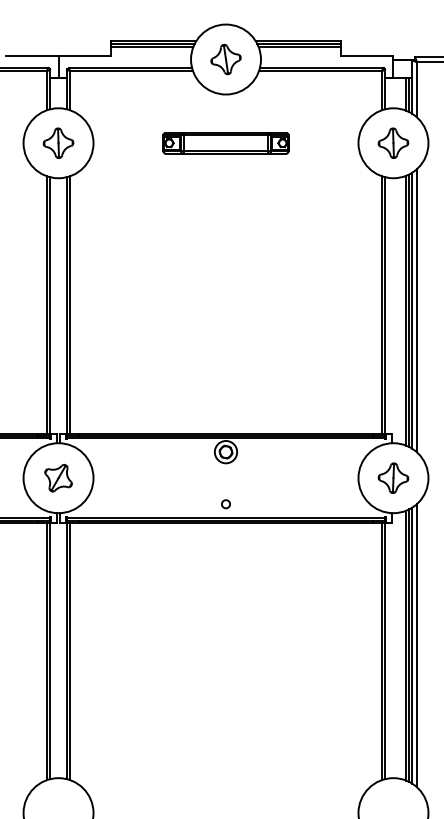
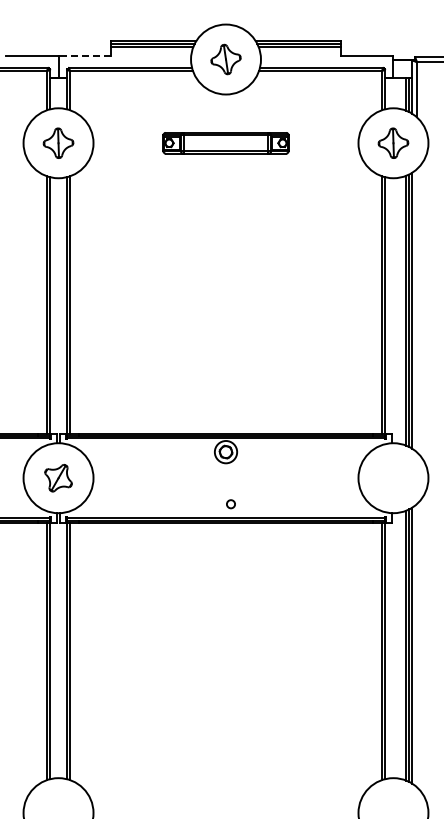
line at (84, 55): solid -> dashed
line at (416, 310): present -> none
part at (393, 477): present -> none
circle at (225, 504) position: (225, 504) -> (230, 504)
line at (416, 645): present -> none
